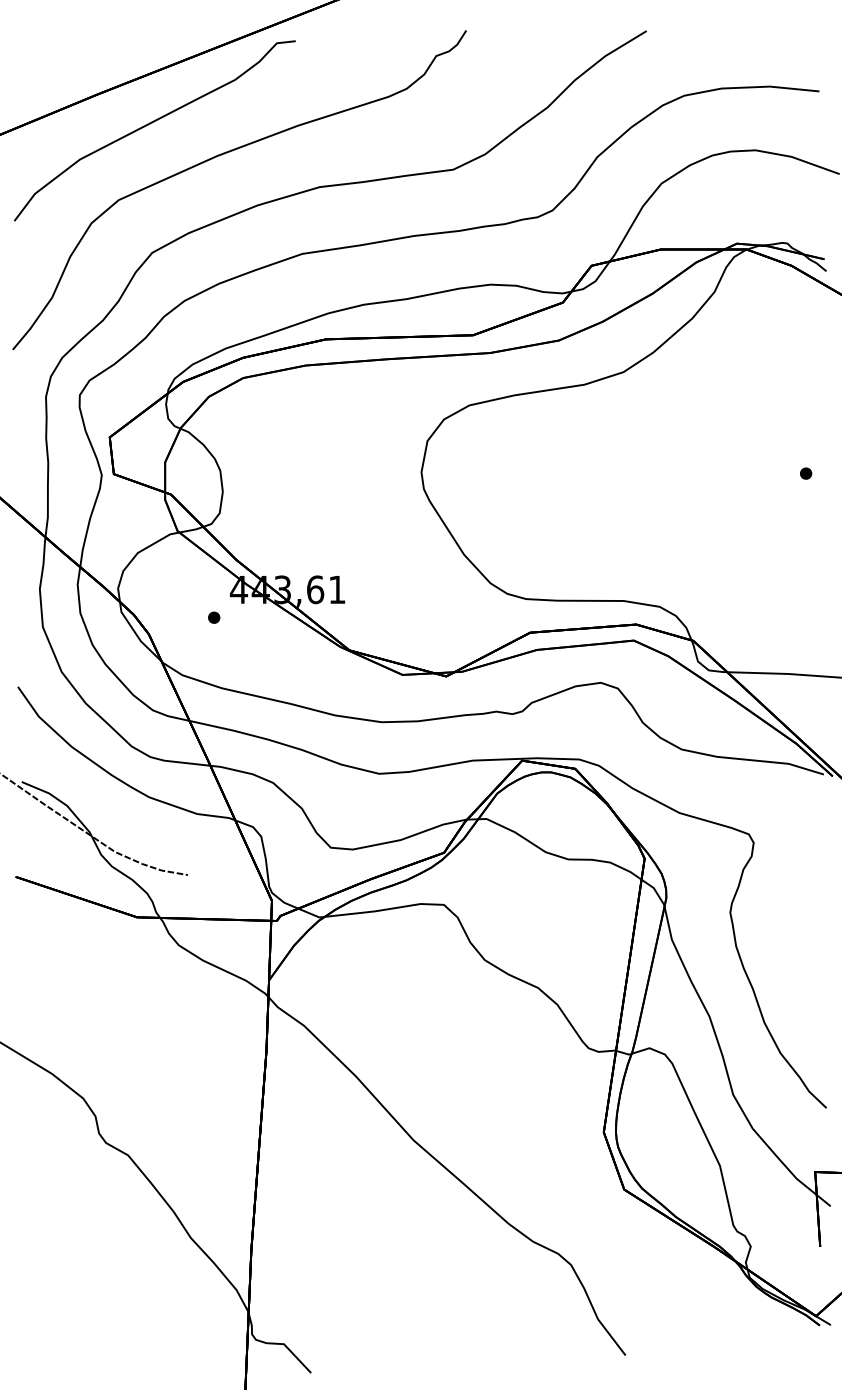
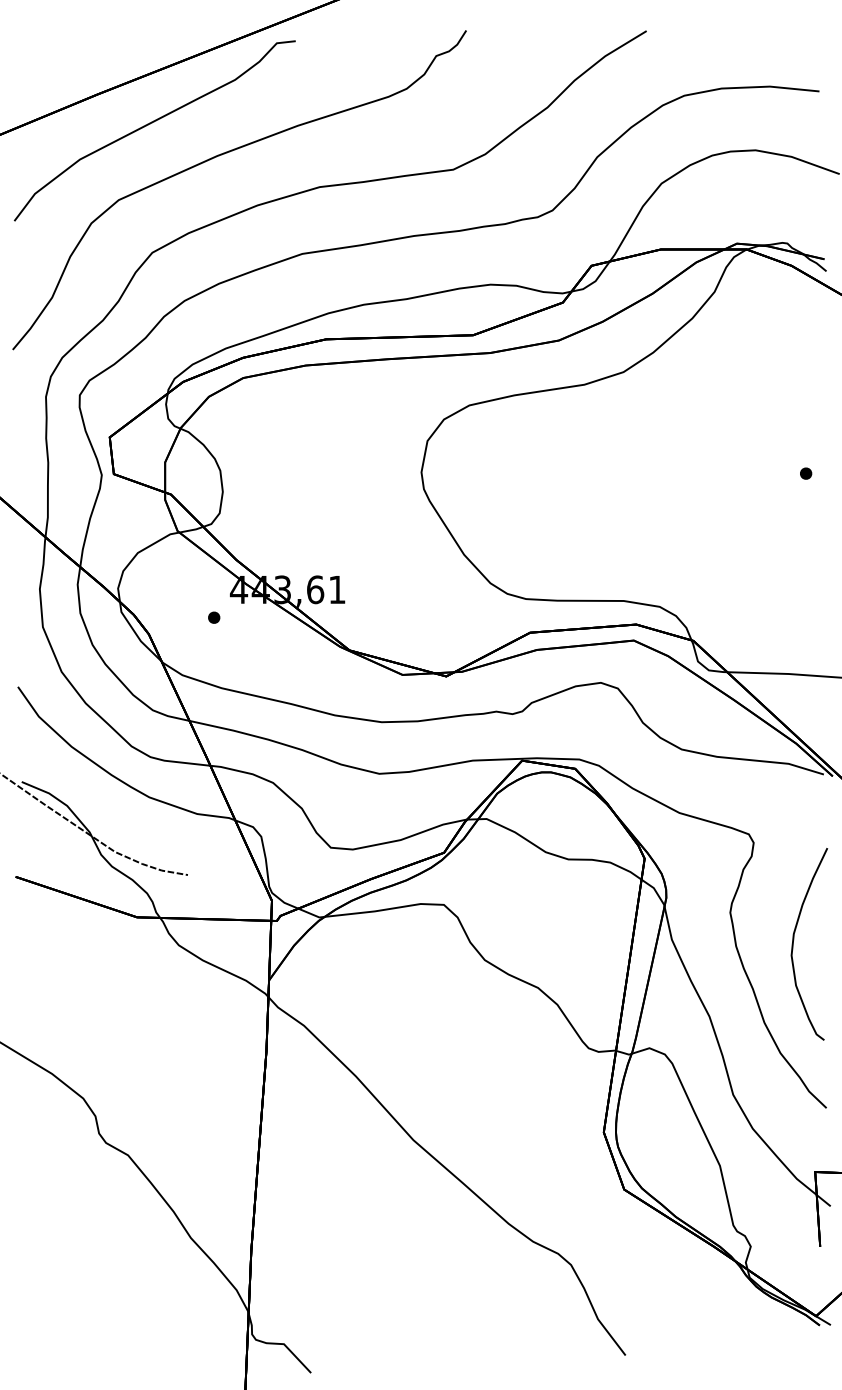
curve at (794, 940): none -> present
